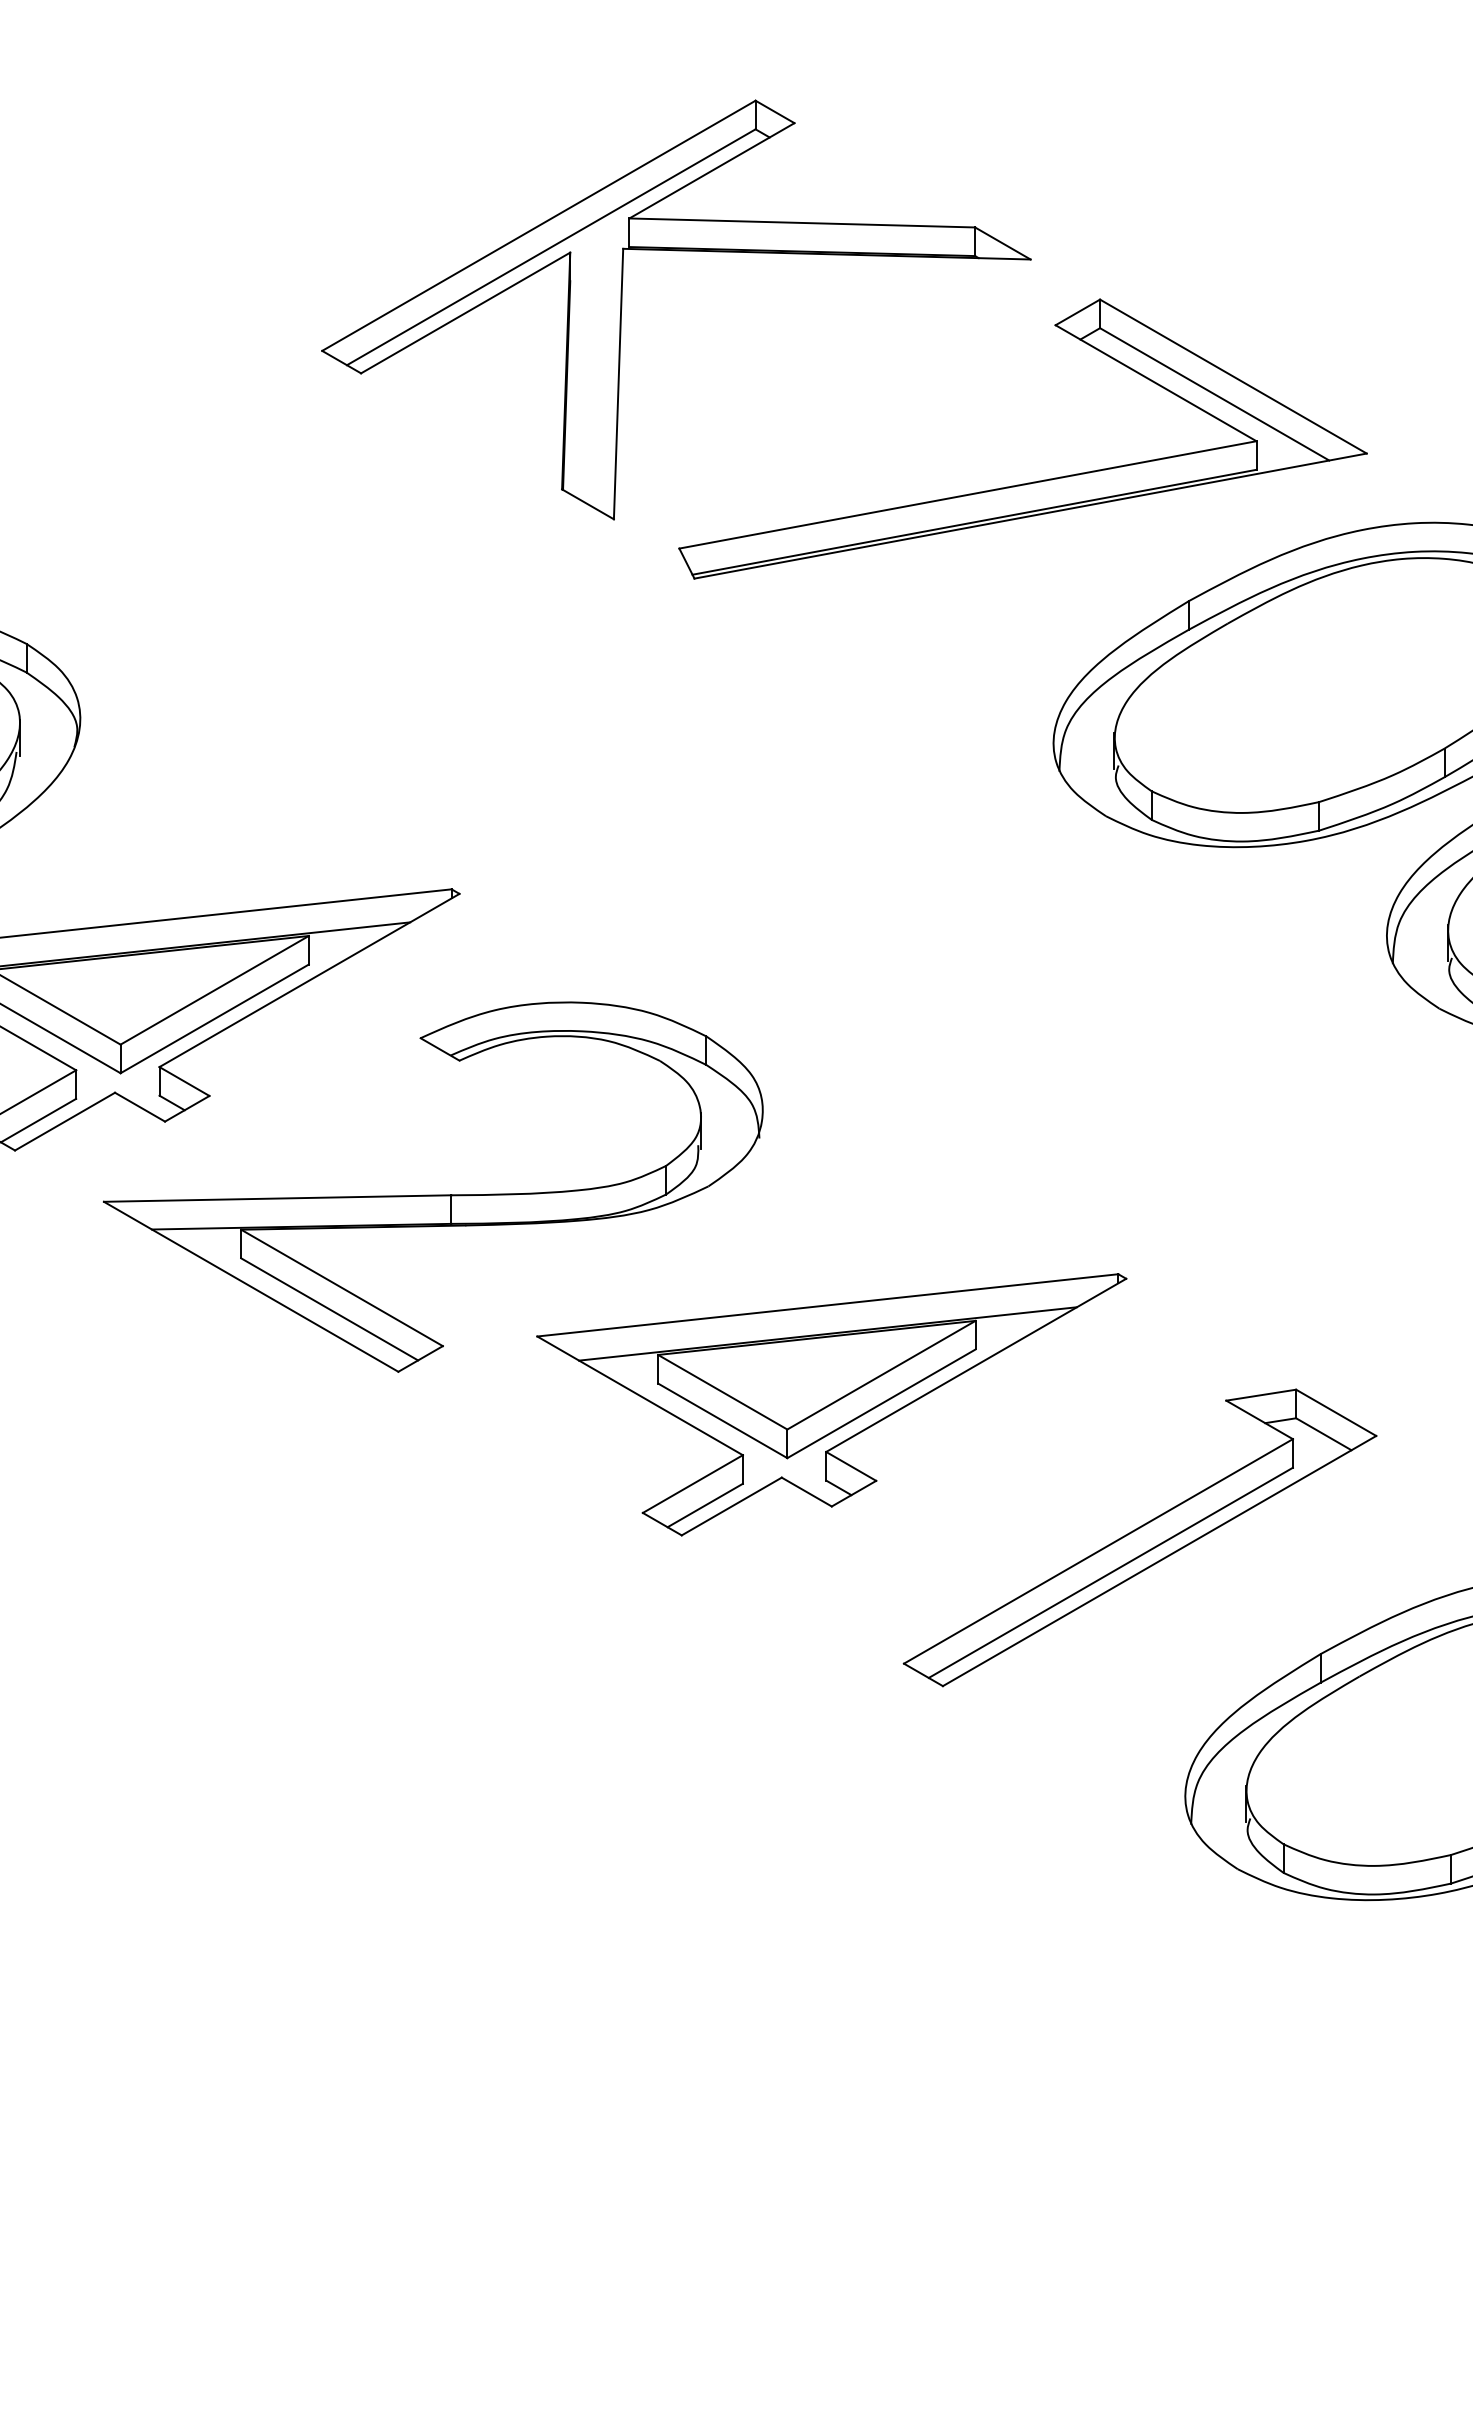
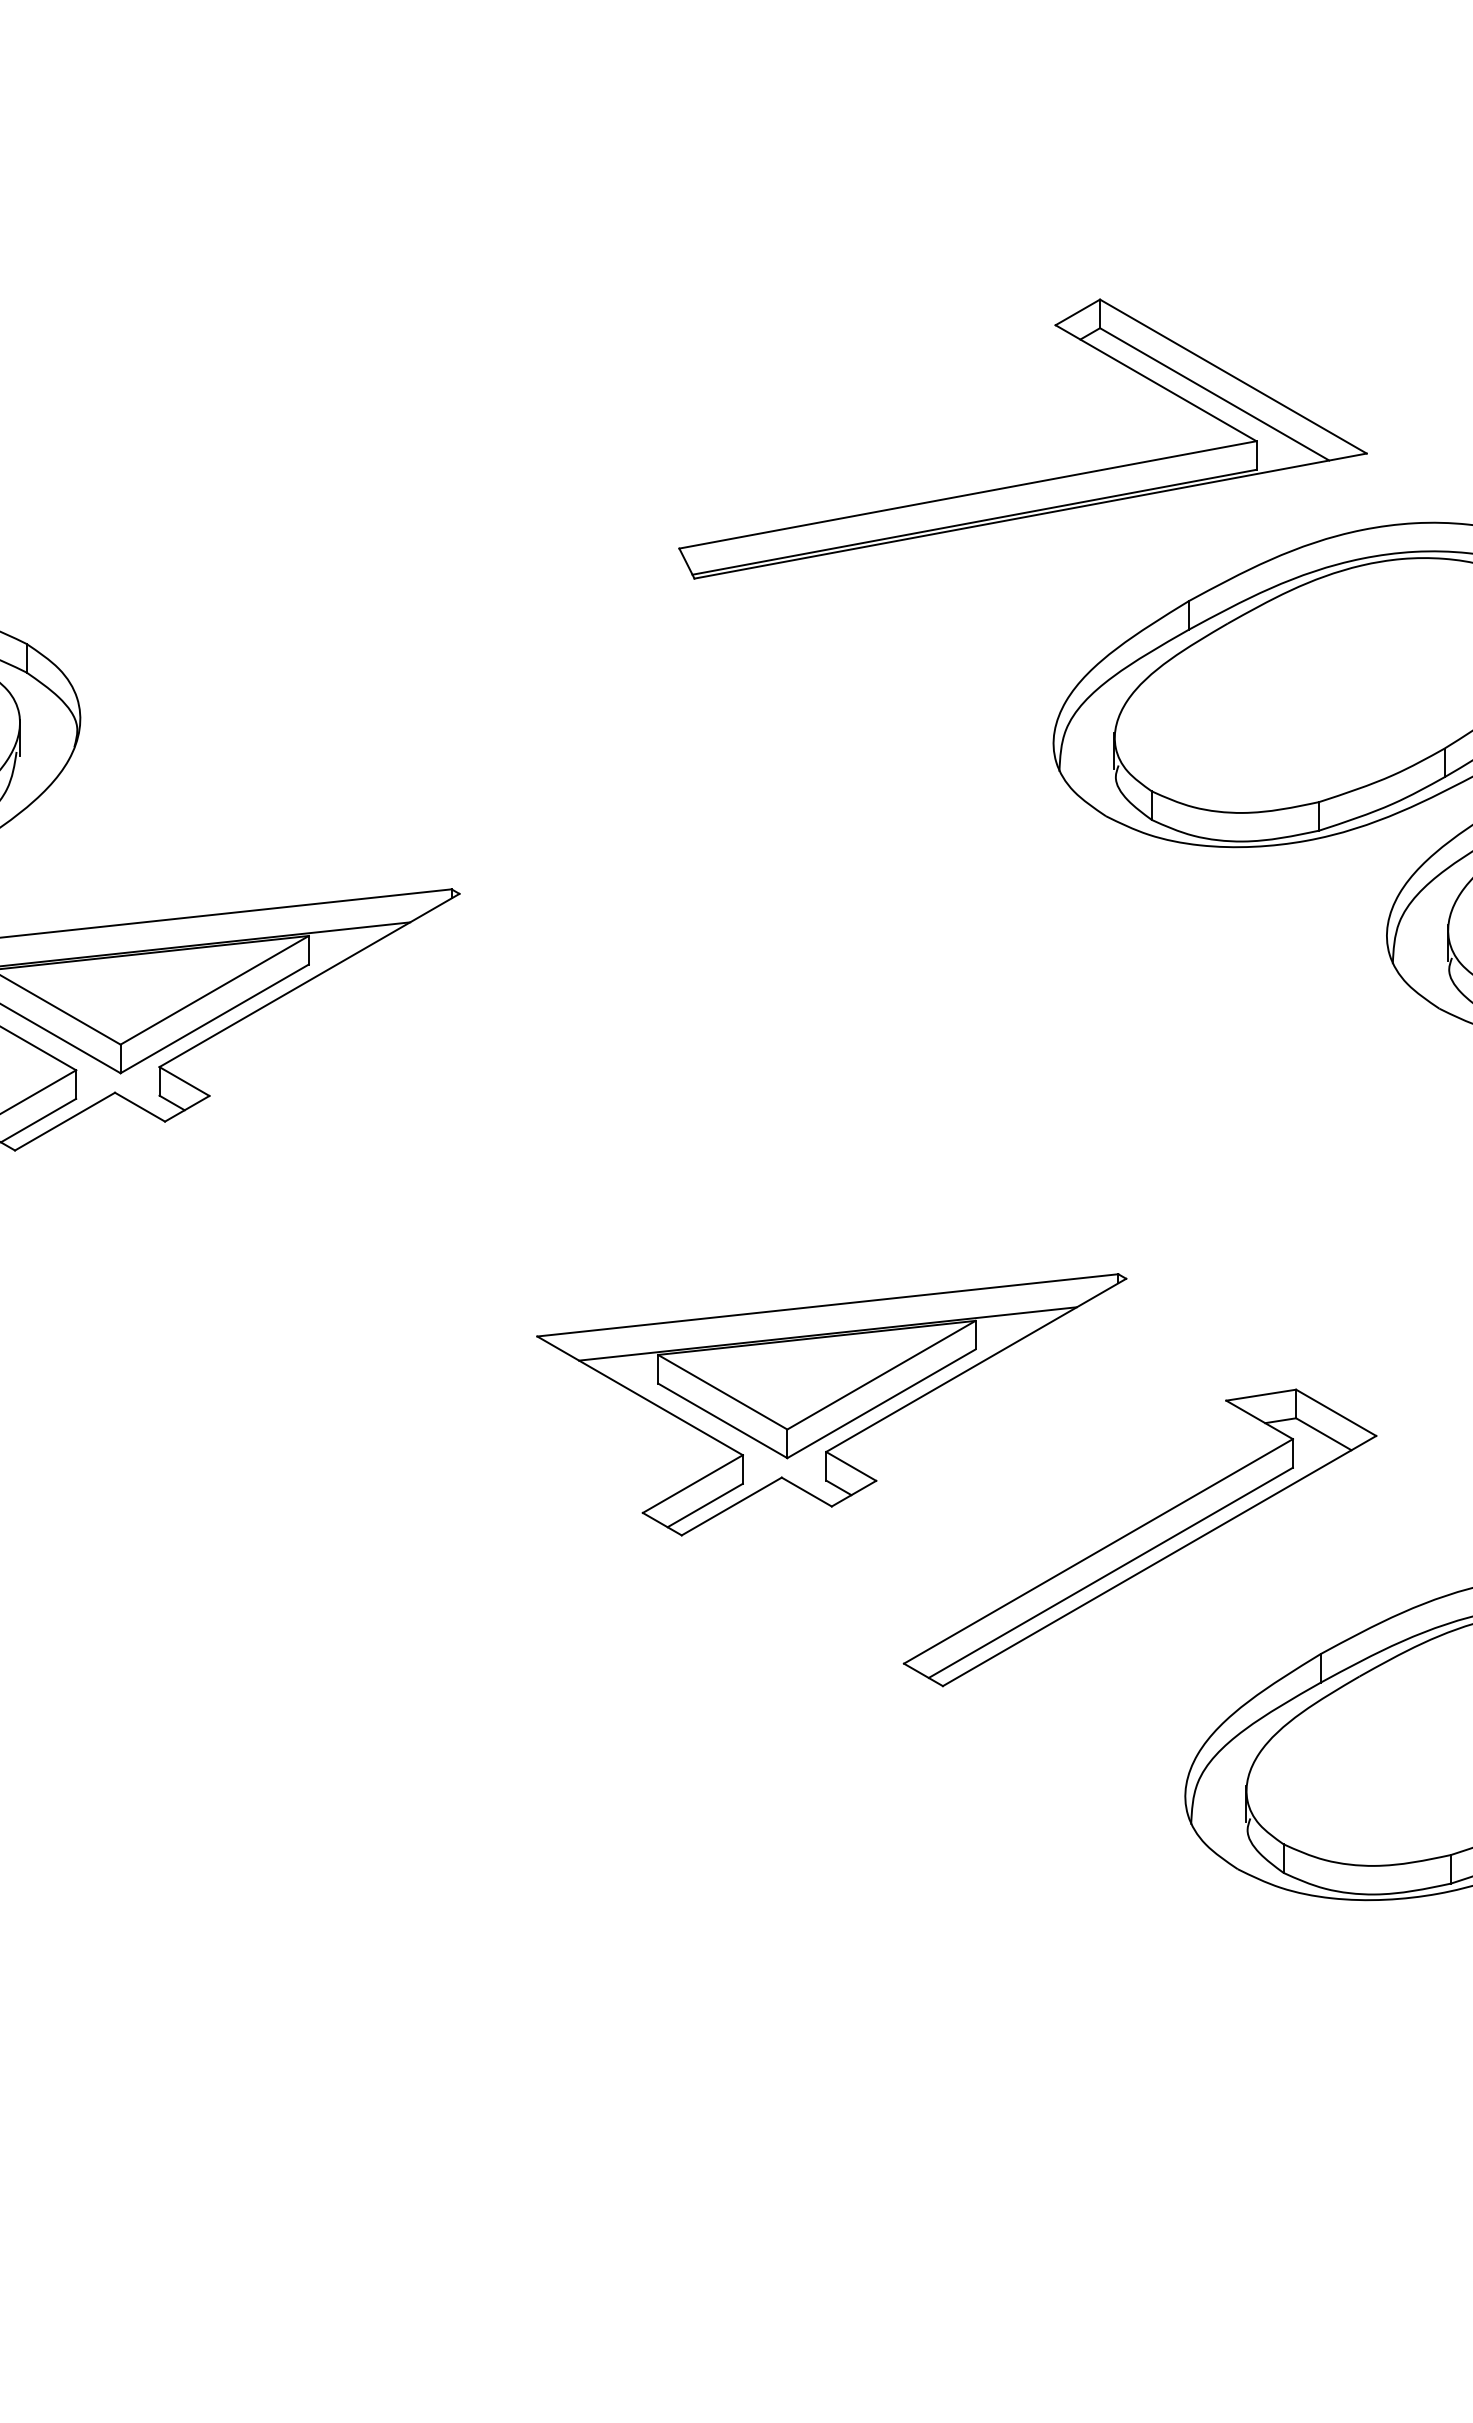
part at (622, 308): present -> none
part at (433, 1194): present -> none
